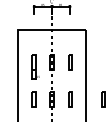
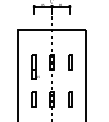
part at (103, 99): present -> none
